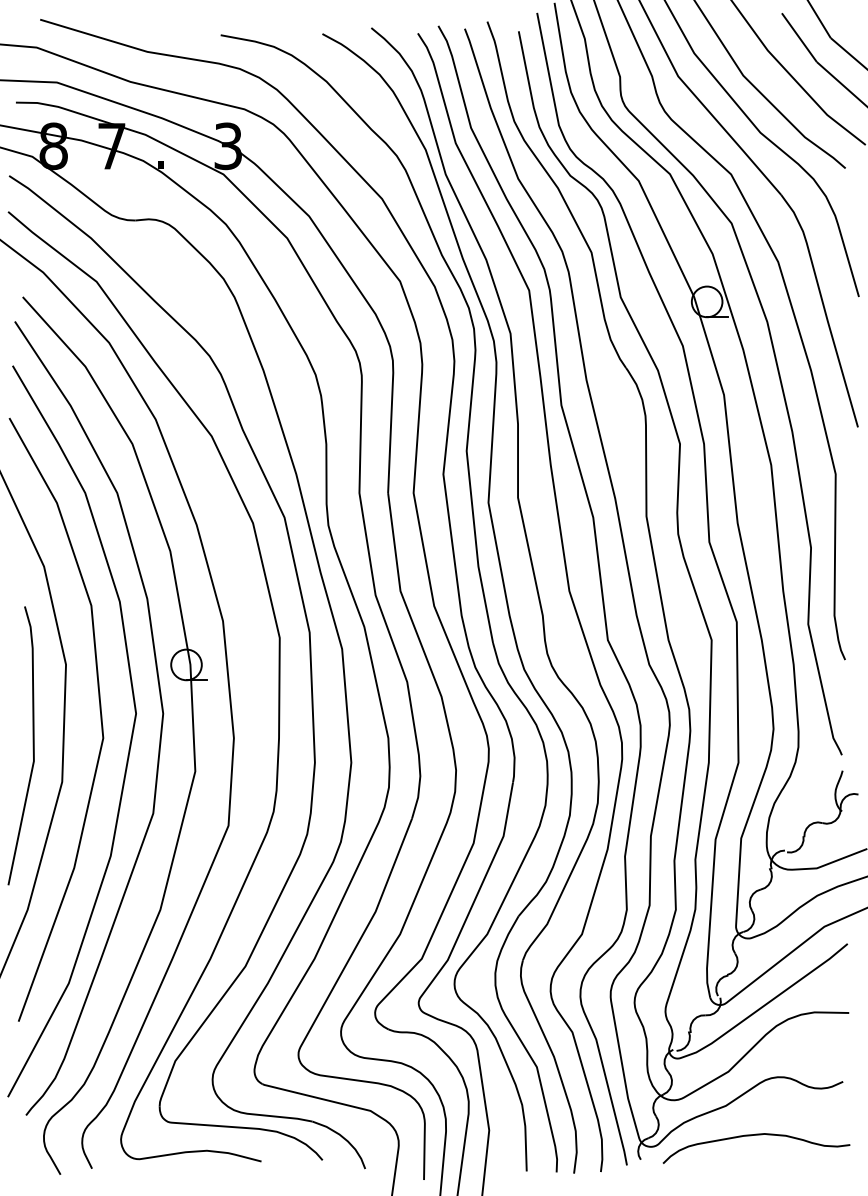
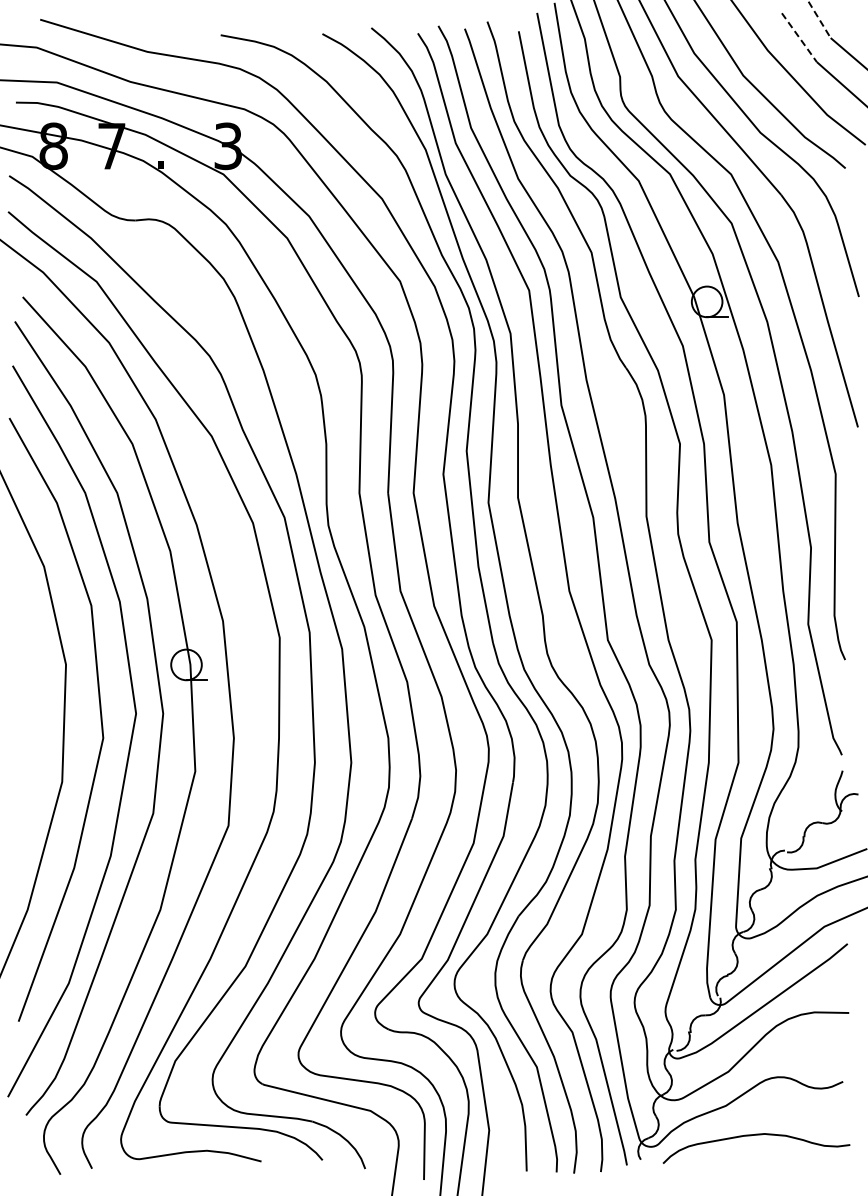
line at (819, 19): solid -> dashed
line at (799, 37): solid -> dashed
line at (32, 745): present -> none
